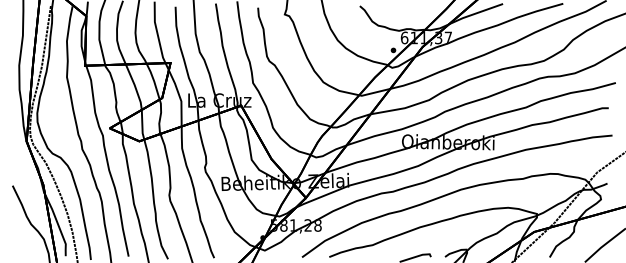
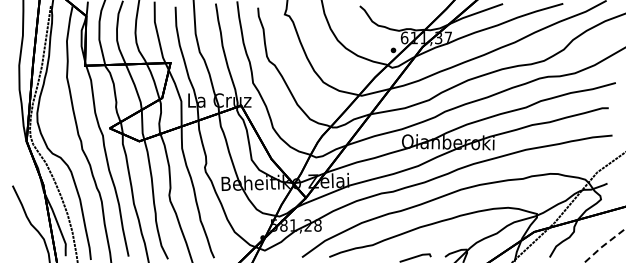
line at (604, 244): solid -> dashed
